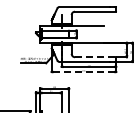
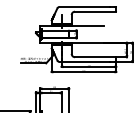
line at (95, 57): dashed -> solid
line at (84, 72): dashed -> solid
